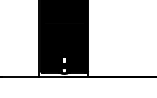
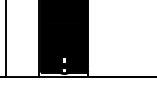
line at (6, 39): none -> present
